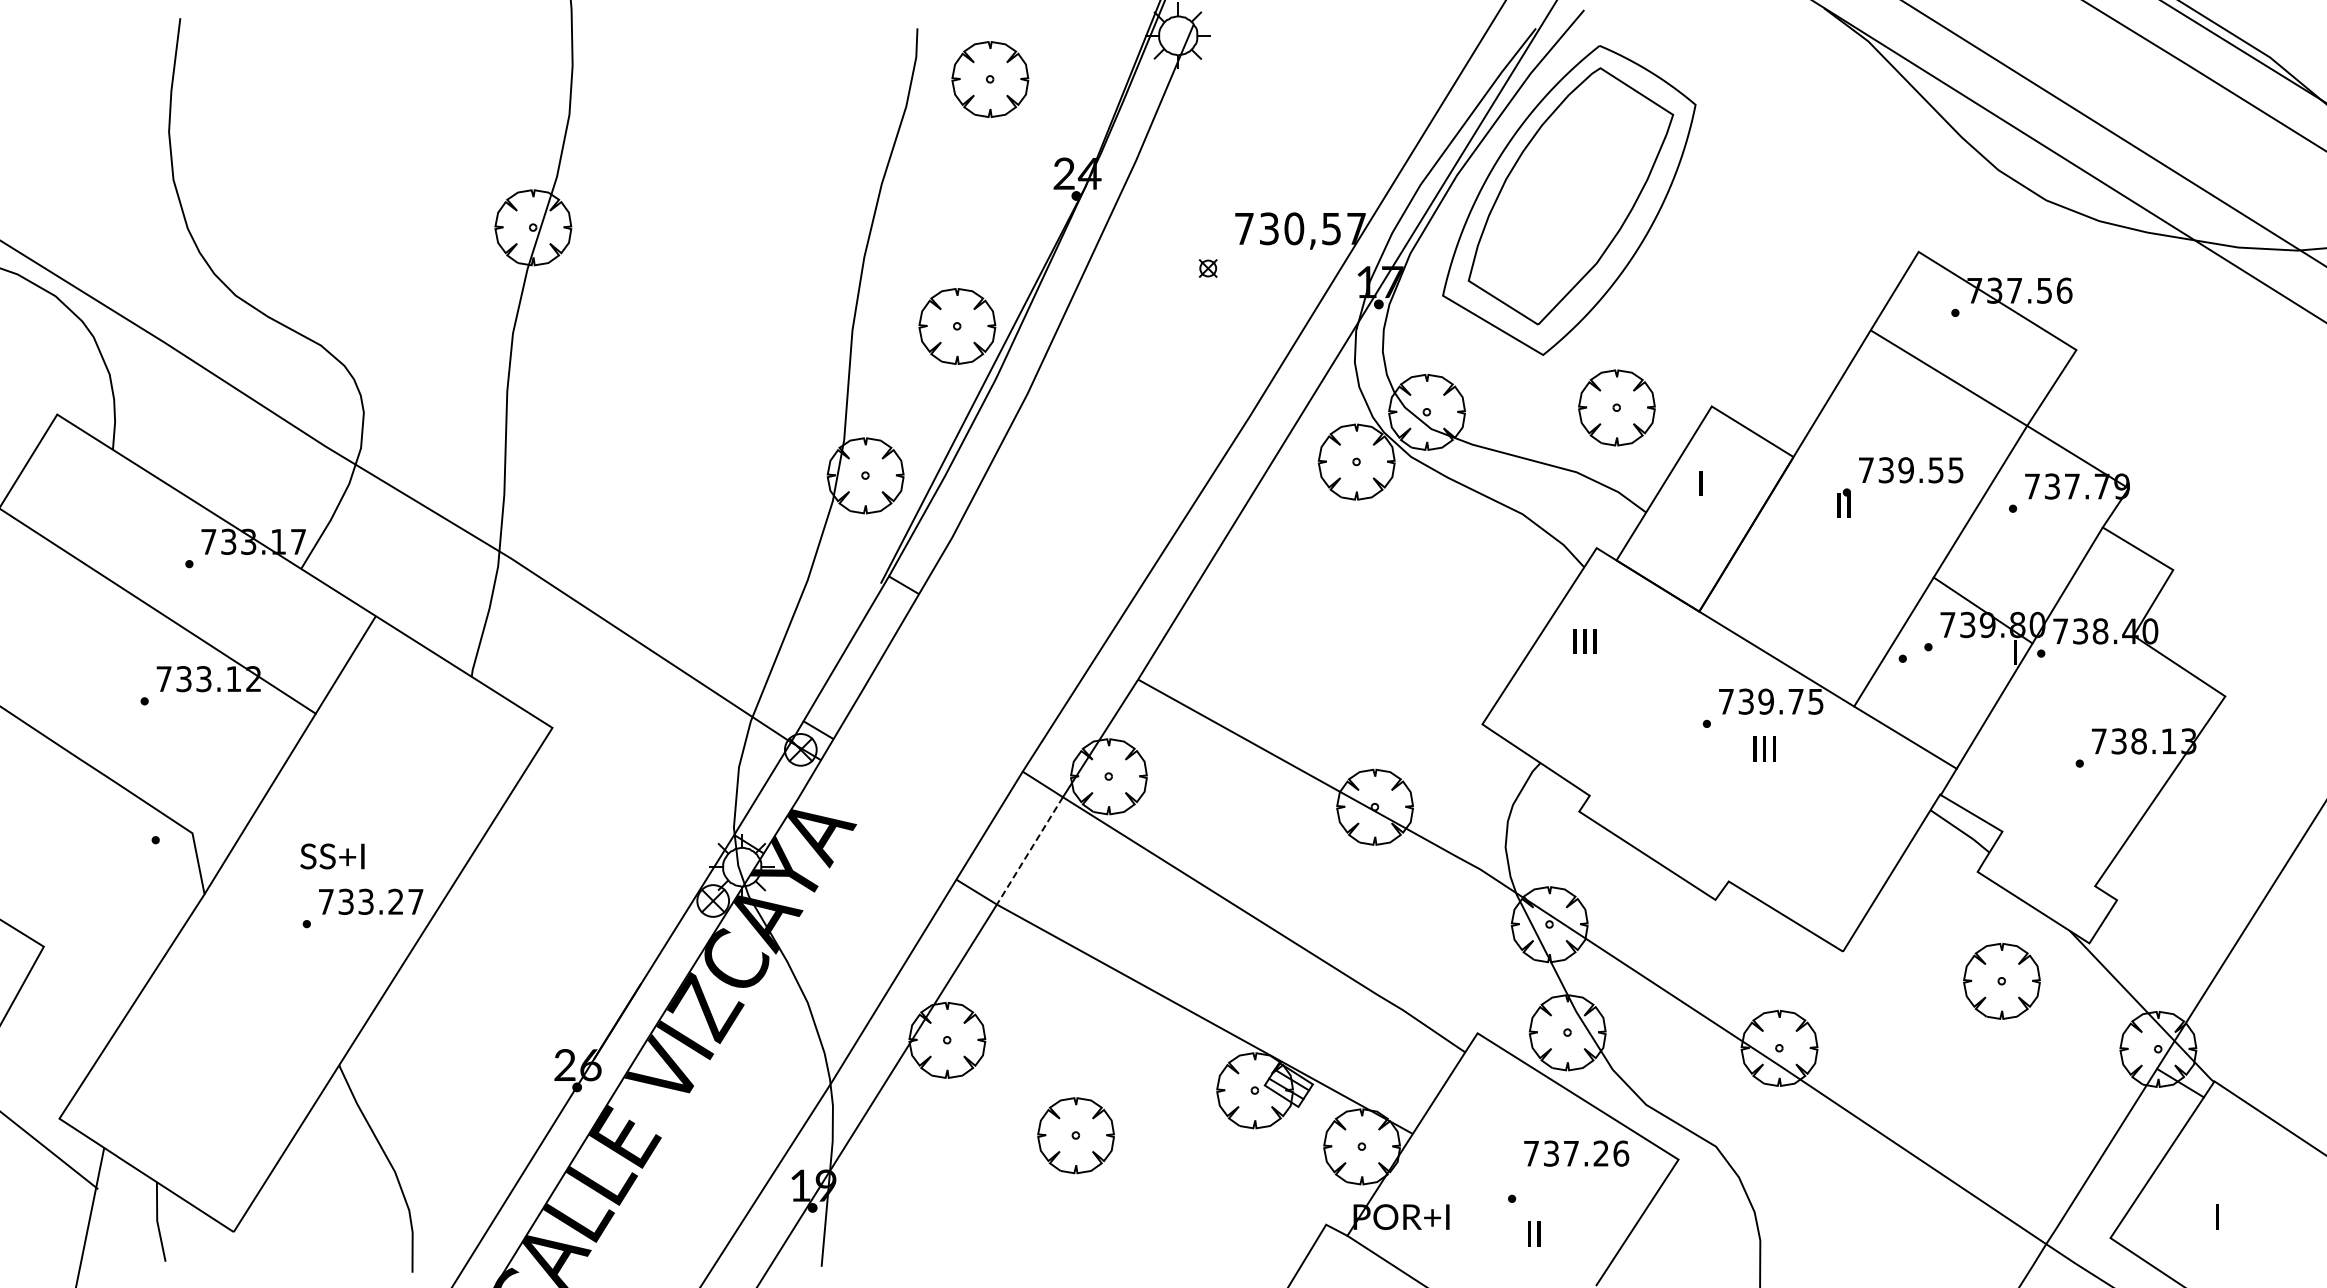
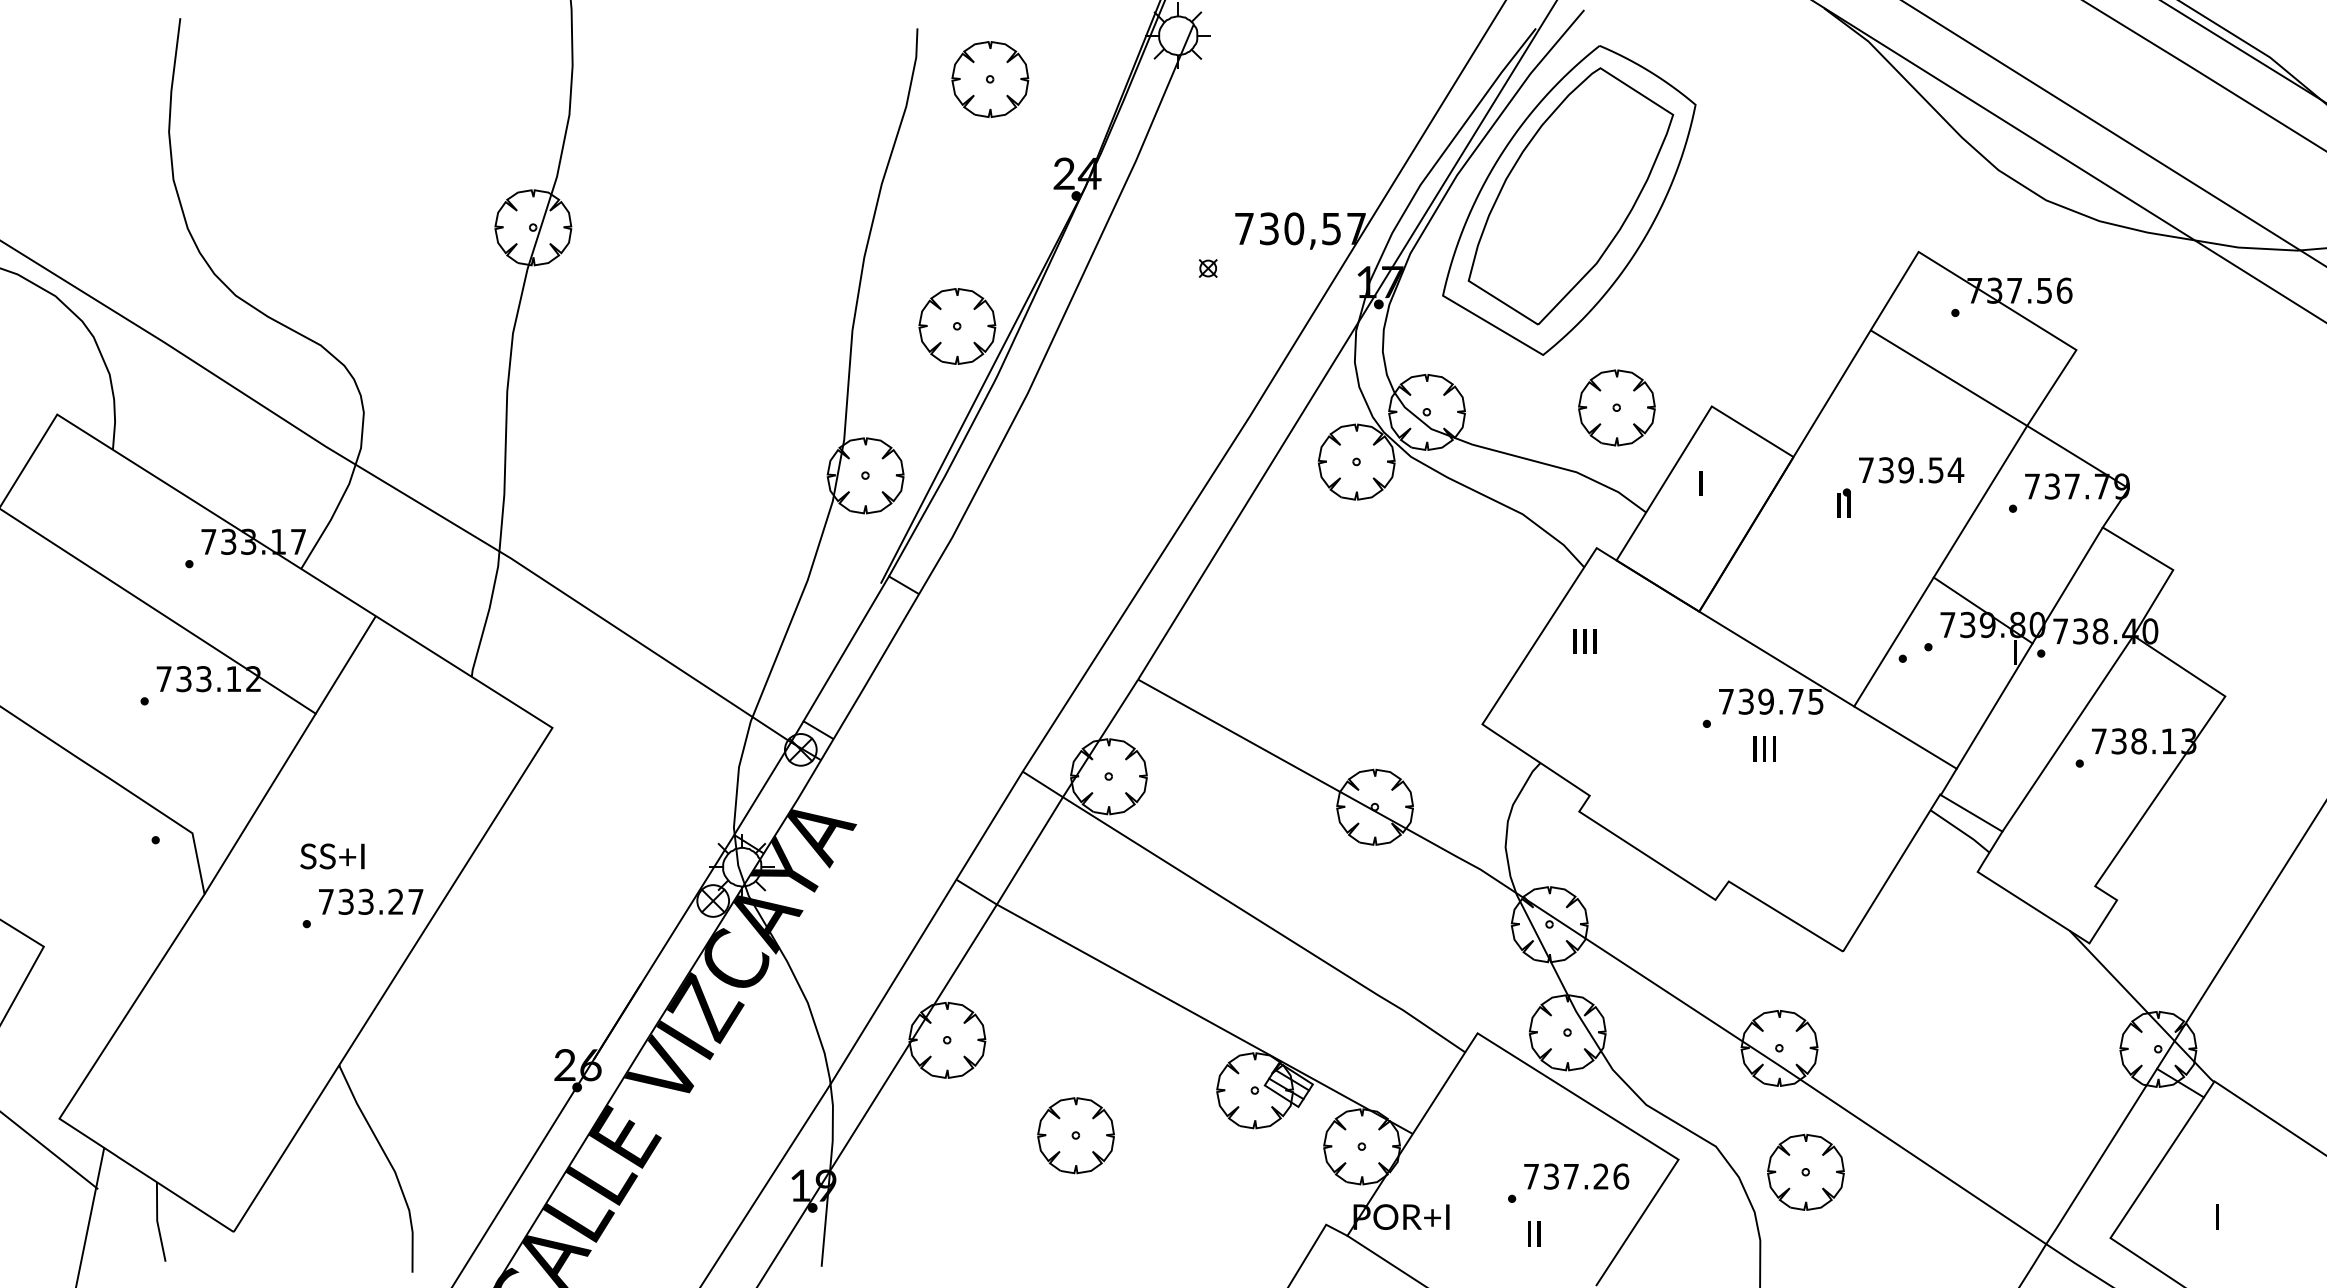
text at (1955, 470): 739.55 -> 739.54
line at (2067, 733): none -> present
line at (1029, 851): dashed -> solid
part at (2001, 980) position: (2001, 980) -> (1805, 1171)
text at (1576, 1153) position: (1576, 1153) -> (1576, 1176)
